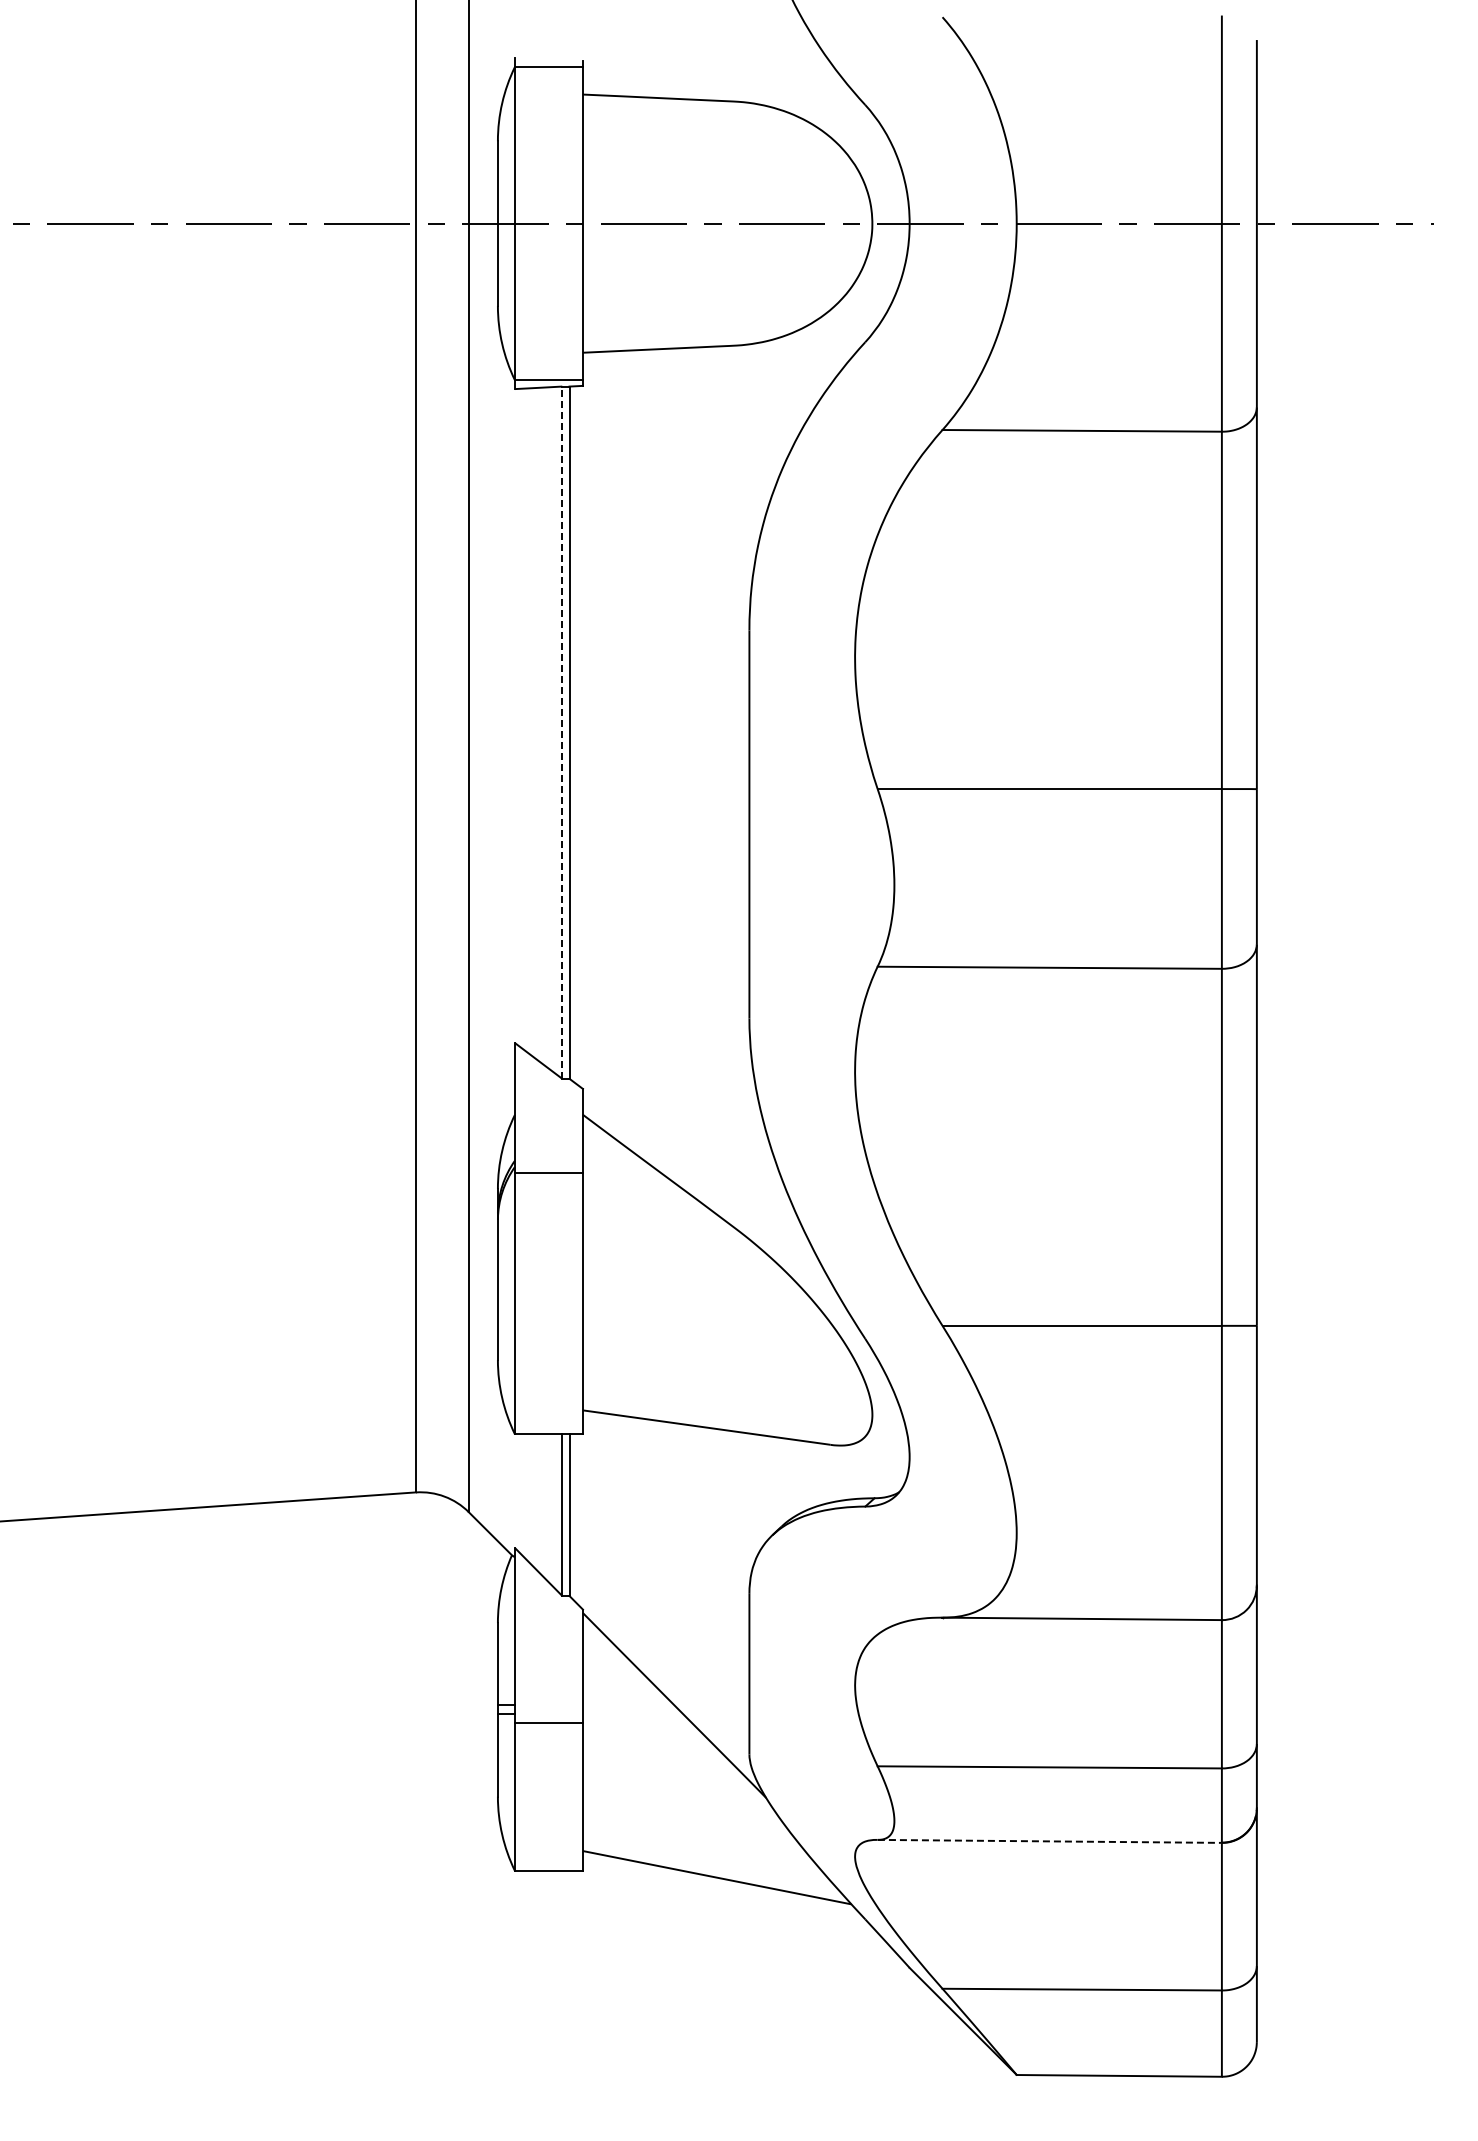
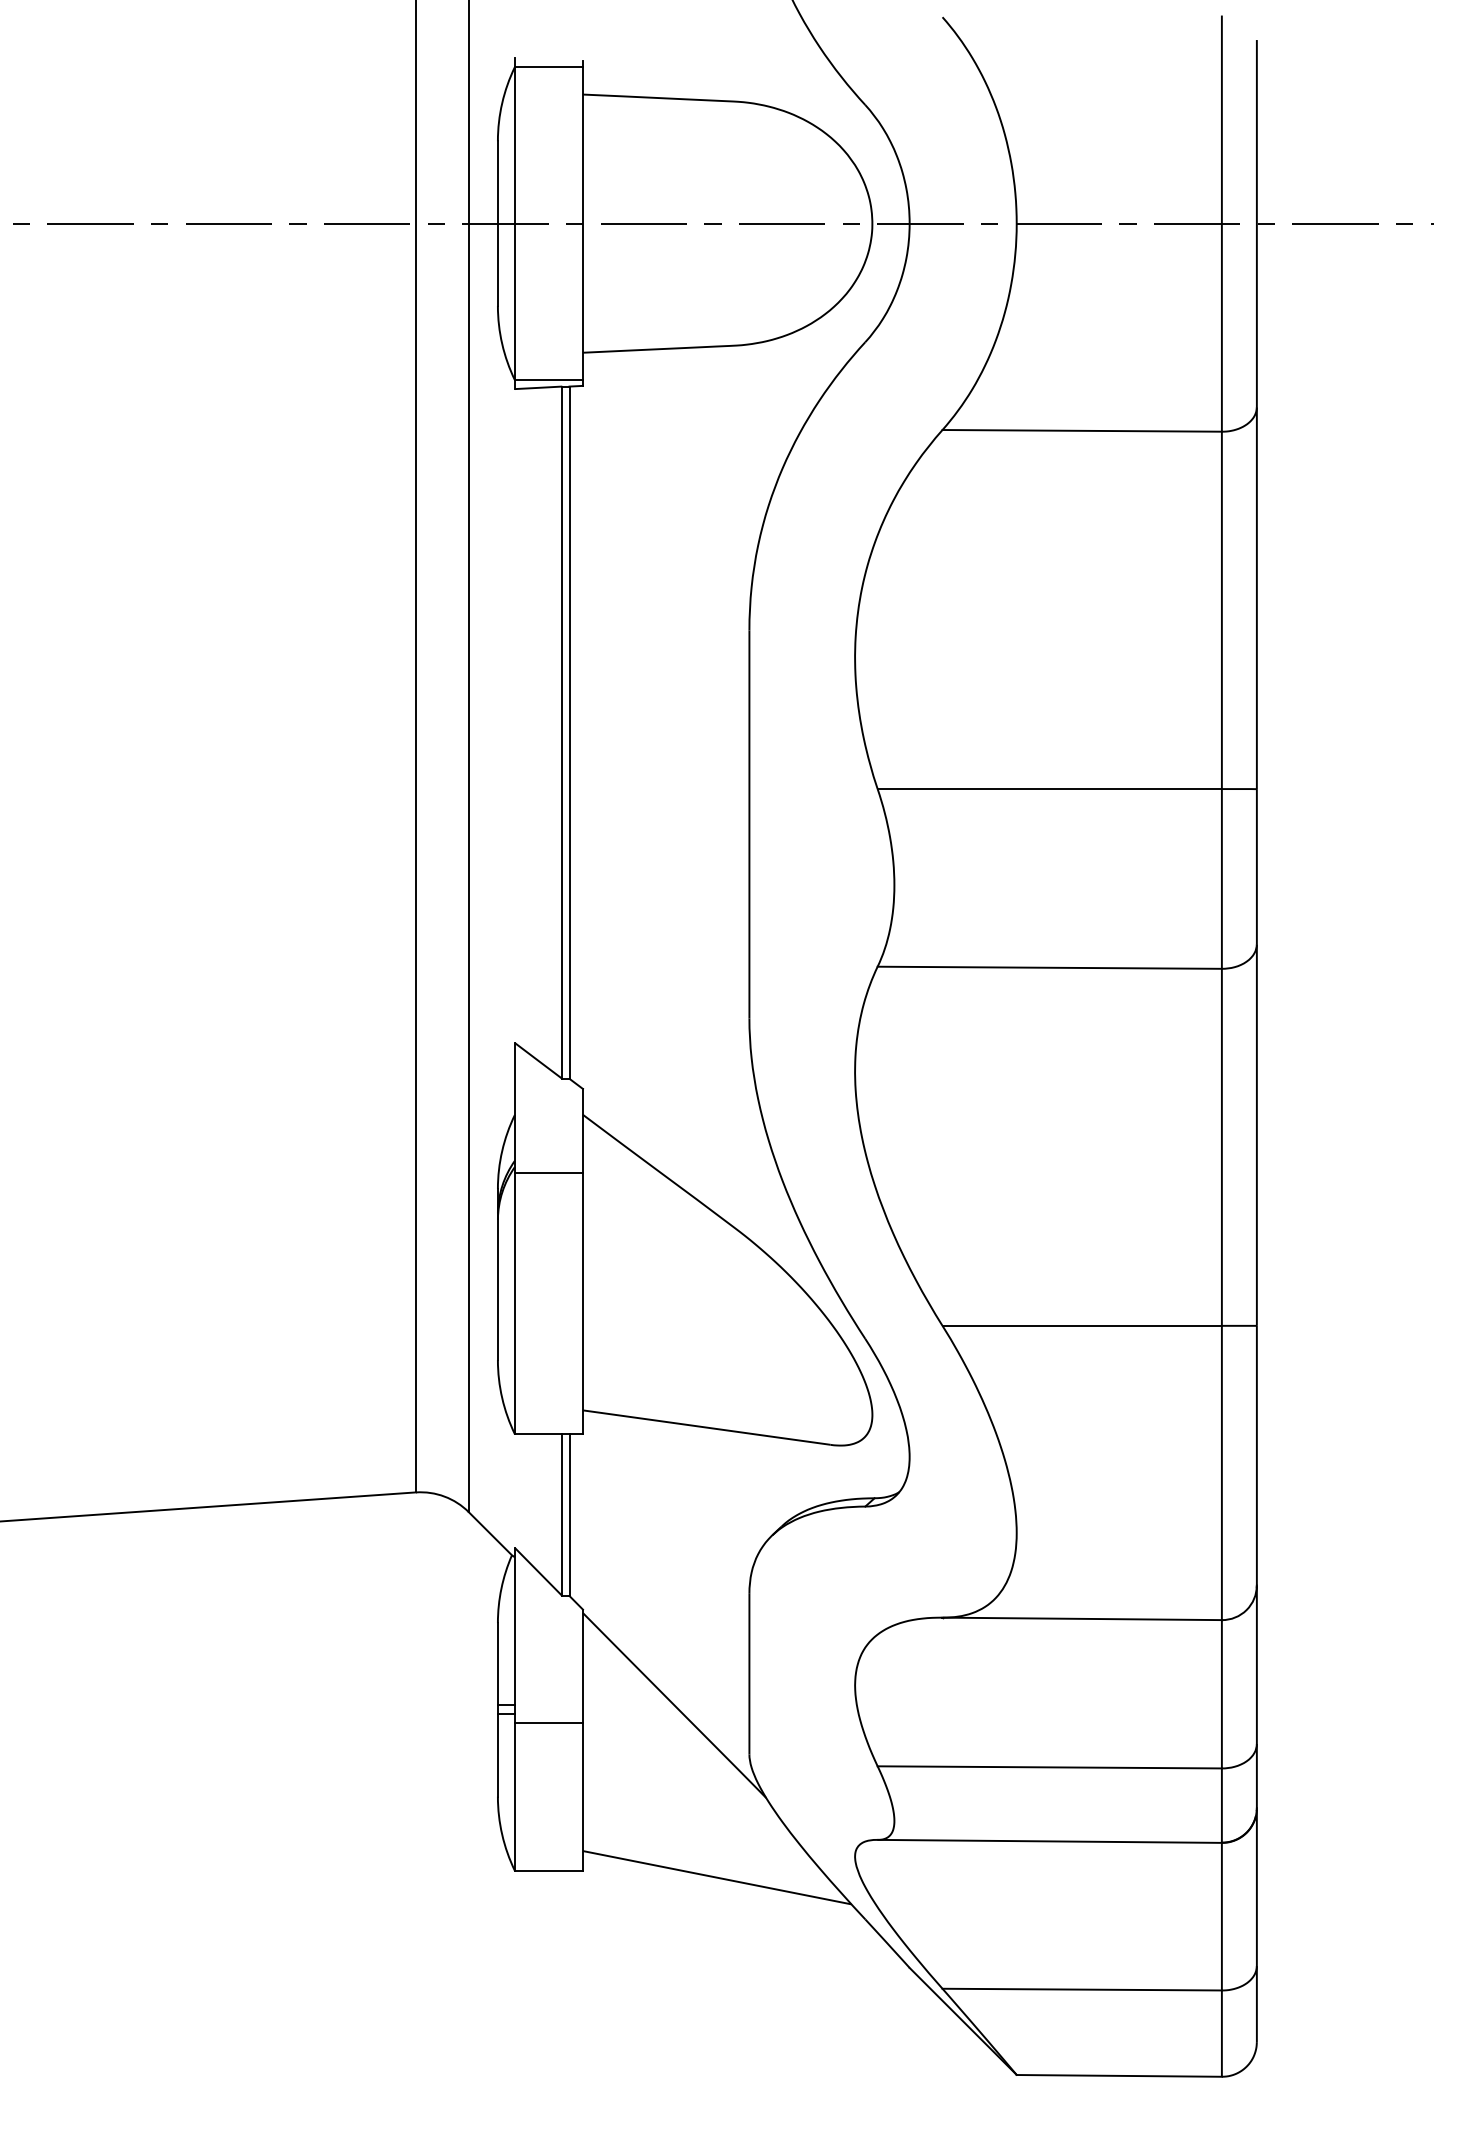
line at (562, 732): dashed -> solid
line at (1049, 1841): dashed -> solid
